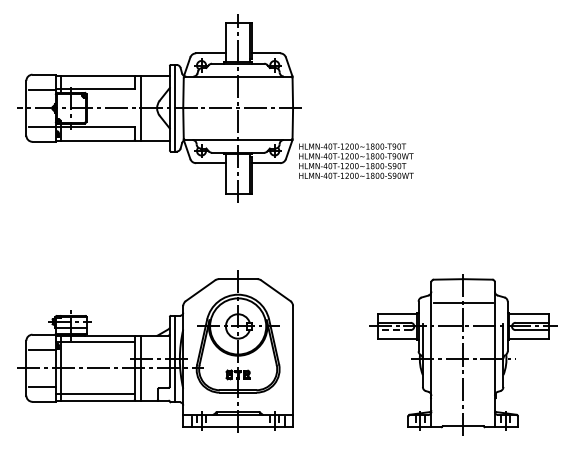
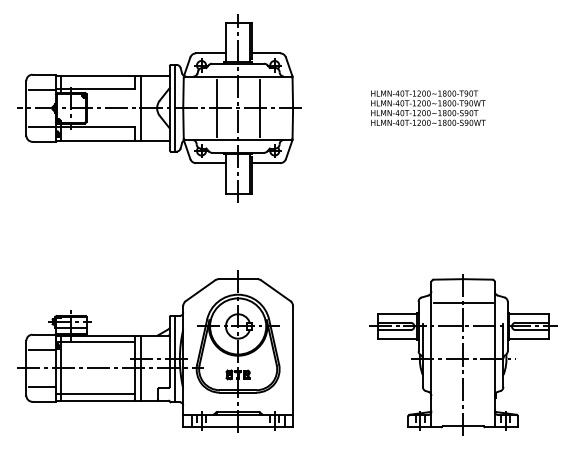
line at (216, 107): none -> present
line at (259, 107): none -> present
text at (356, 160) position: (356, 160) -> (428, 107)
line at (393, 330): dashed -> solid
